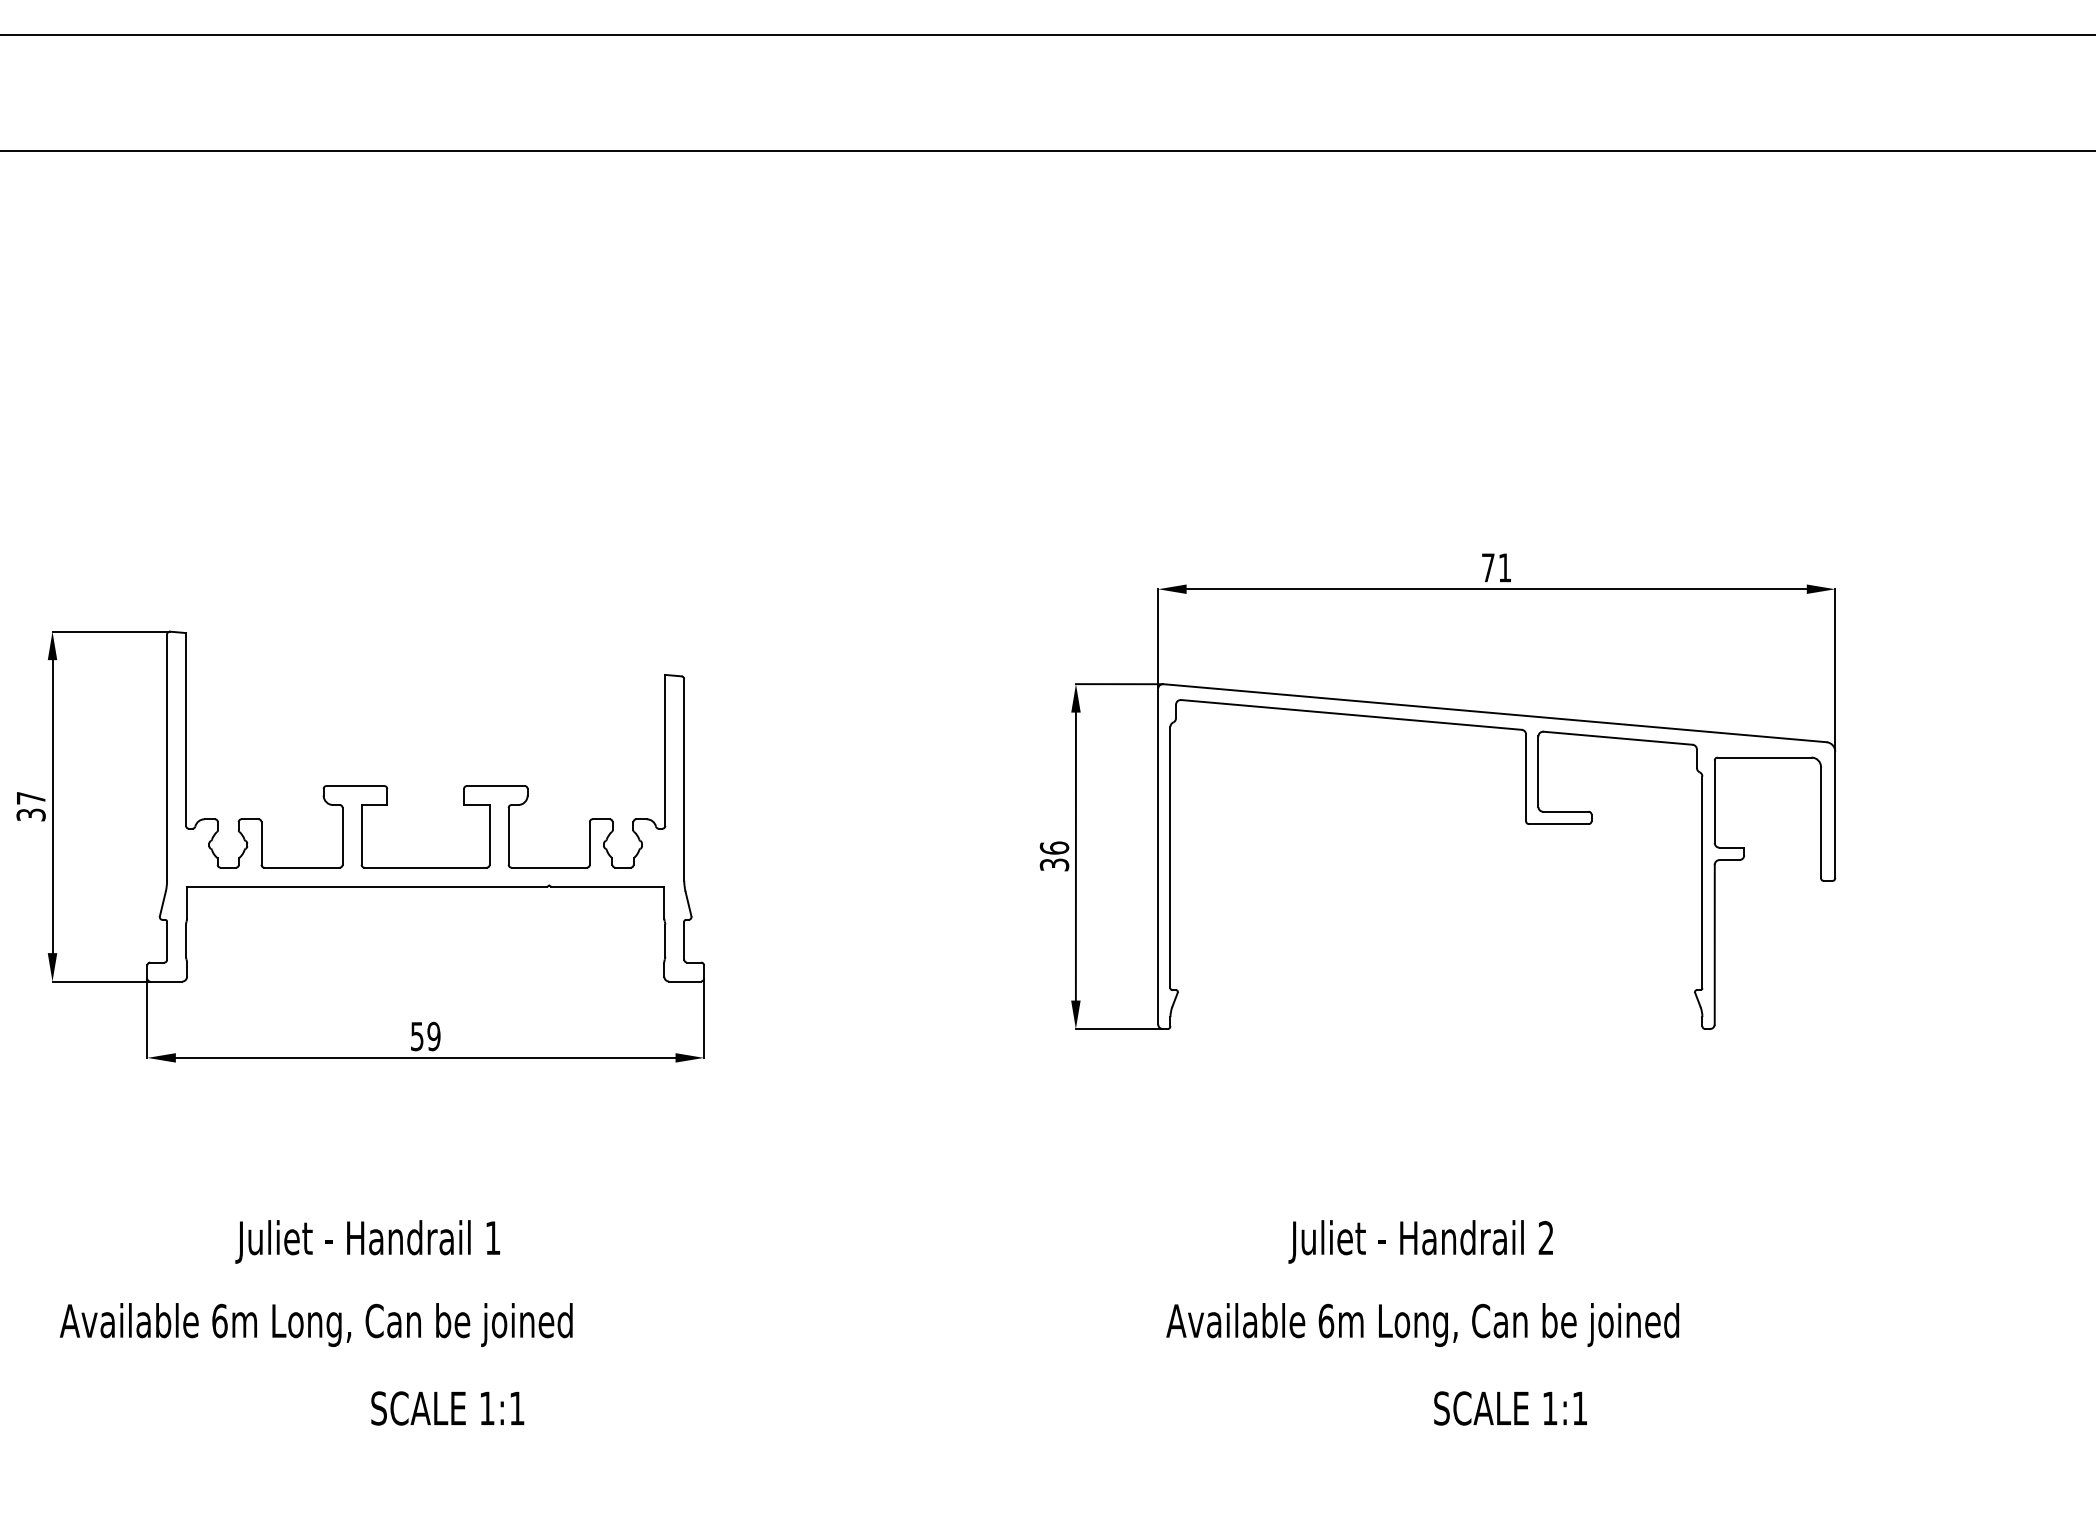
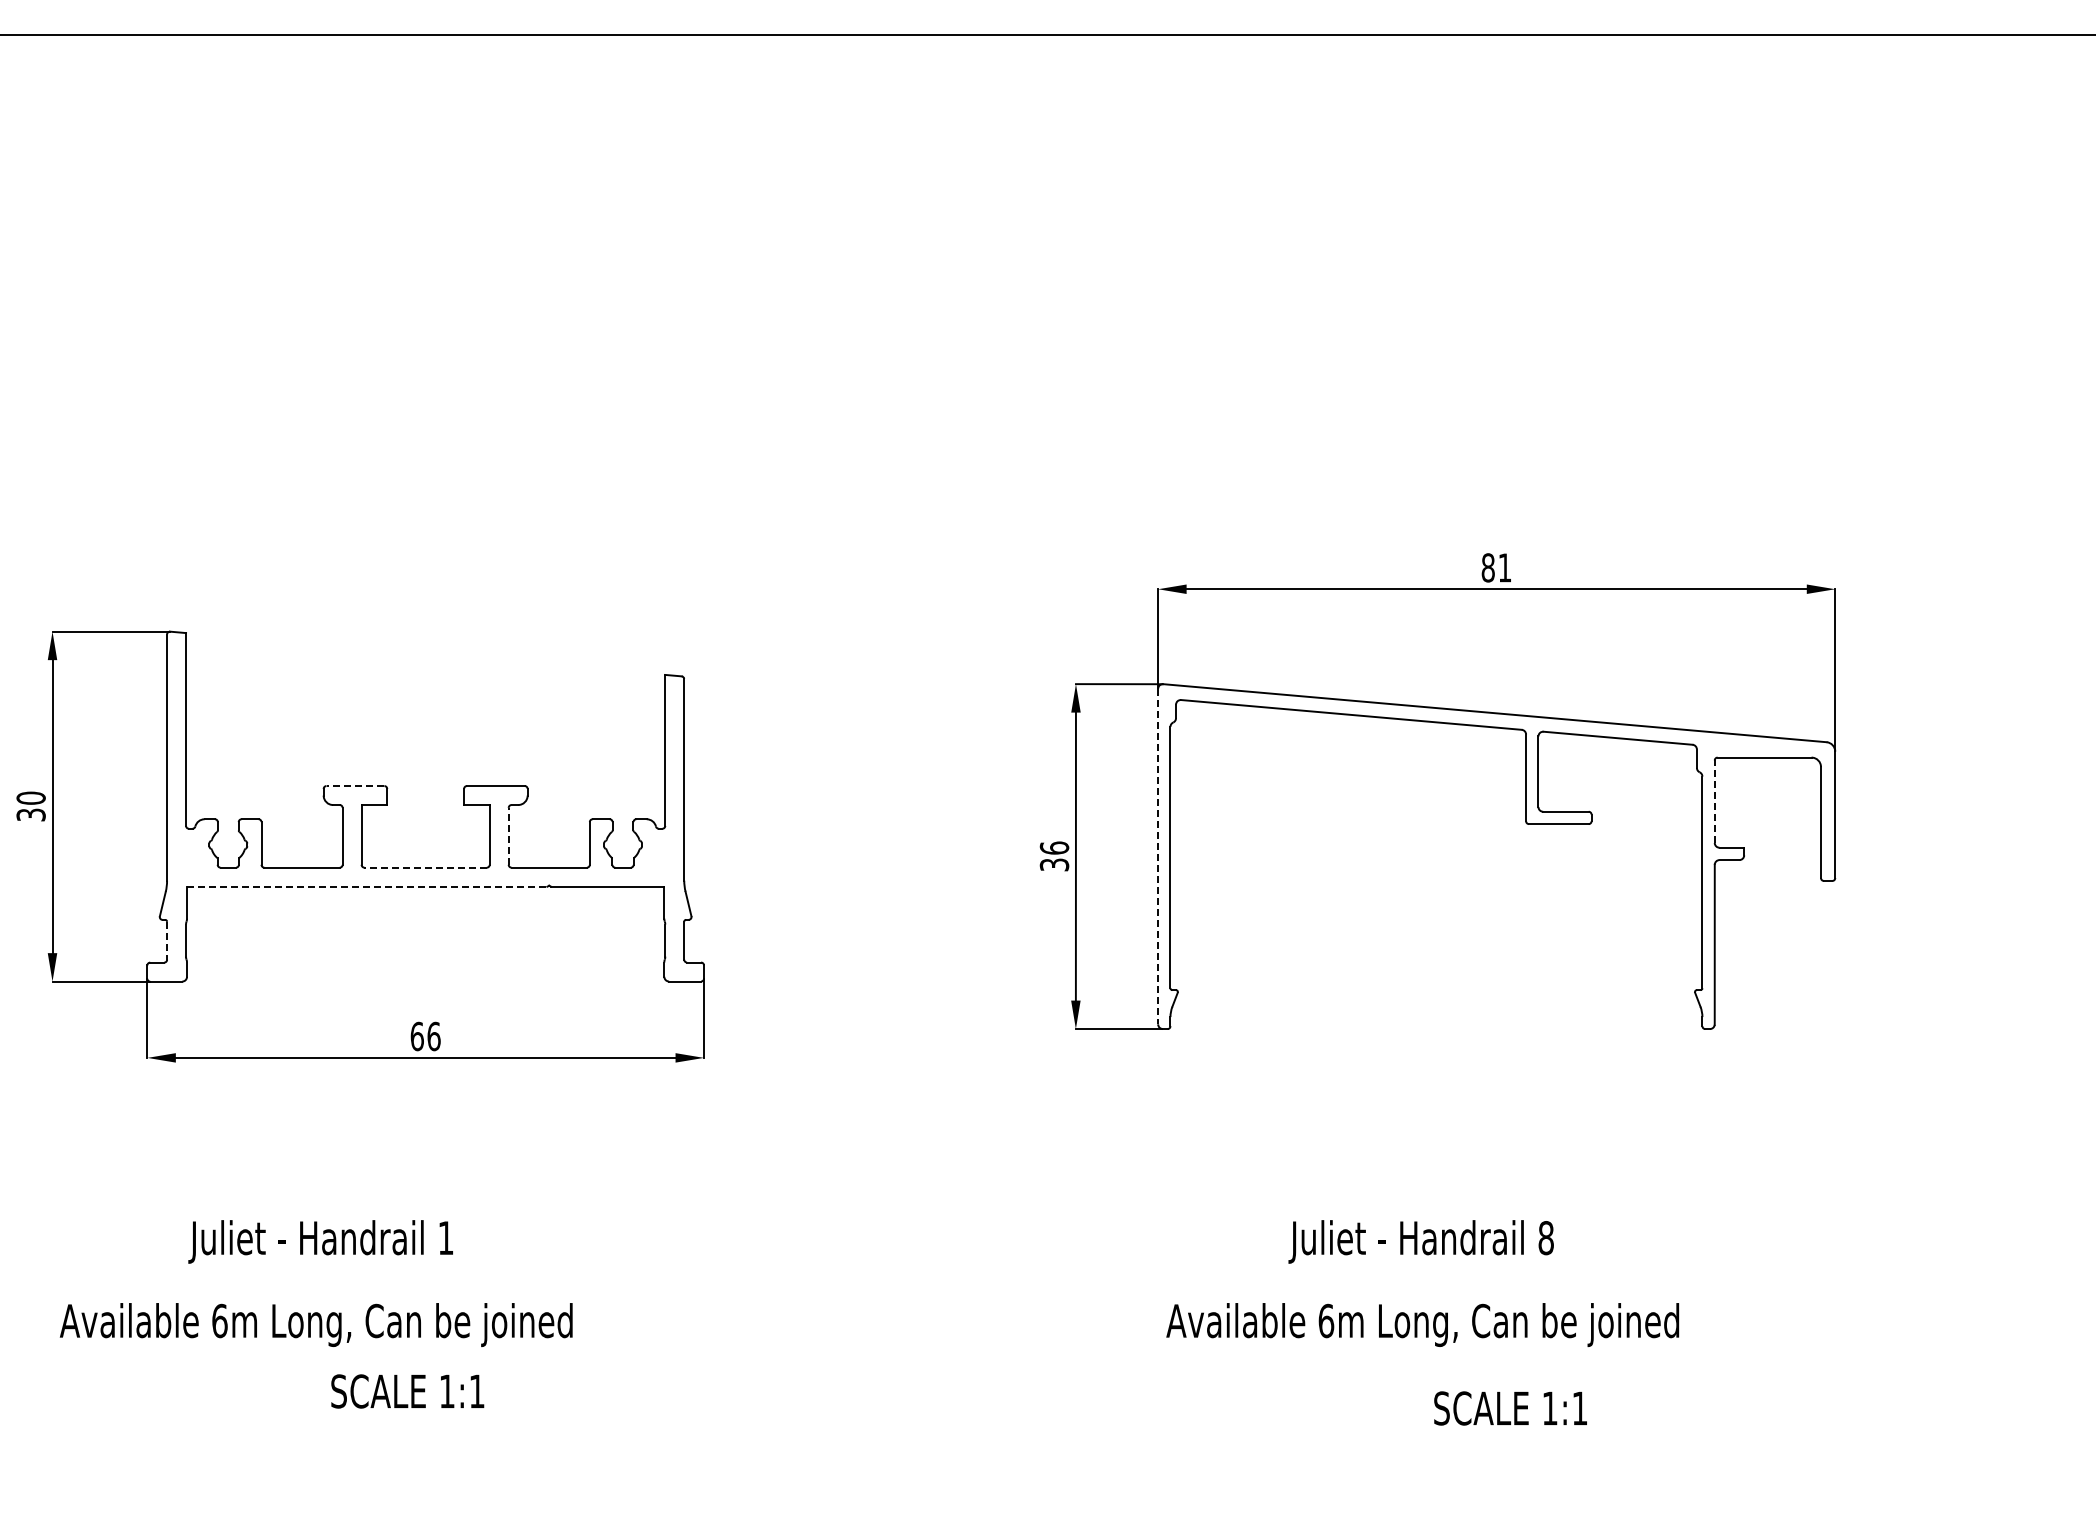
line at (1047, 150): present -> none
text at (1487, 567): 71 -> 81
line at (355, 786): solid -> dashed
text at (30, 797): 37 -> 30
line at (1714, 801): solid -> dashed
line at (508, 835): solid -> dashed
line at (1158, 856): solid -> dashed
line at (425, 867): solid -> dashed
line at (367, 886): solid -> dashed
line at (167, 940): solid -> dashed
text at (425, 1036): 59 -> 66
text at (1545, 1238): 2 -> 8
text at (367, 1241) position: (367, 1241) -> (320, 1241)
text at (447, 1408) position: (447, 1408) -> (407, 1391)
